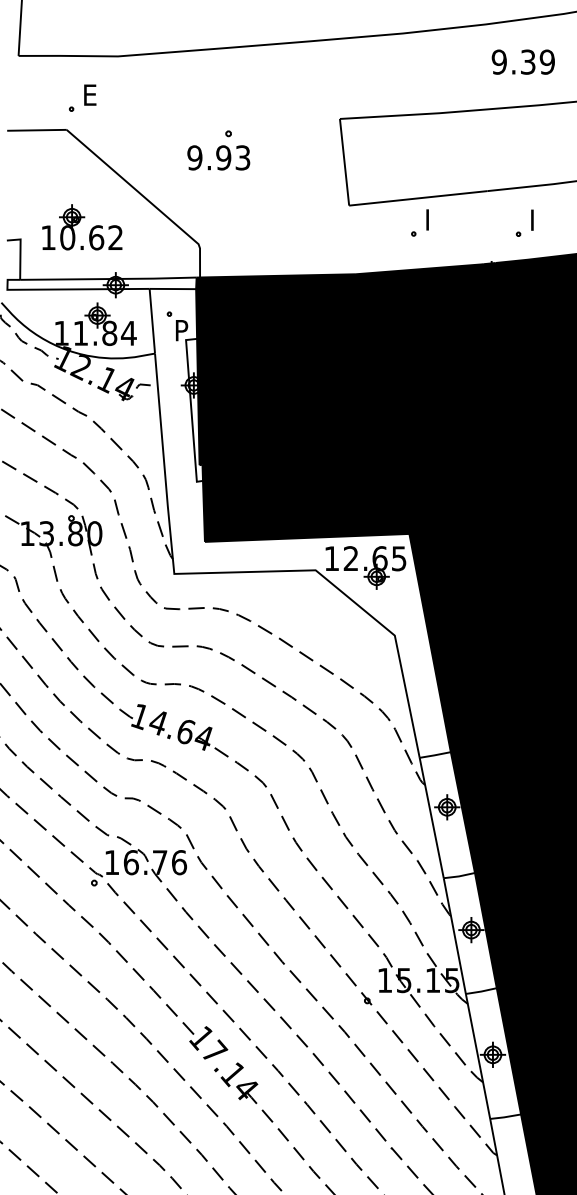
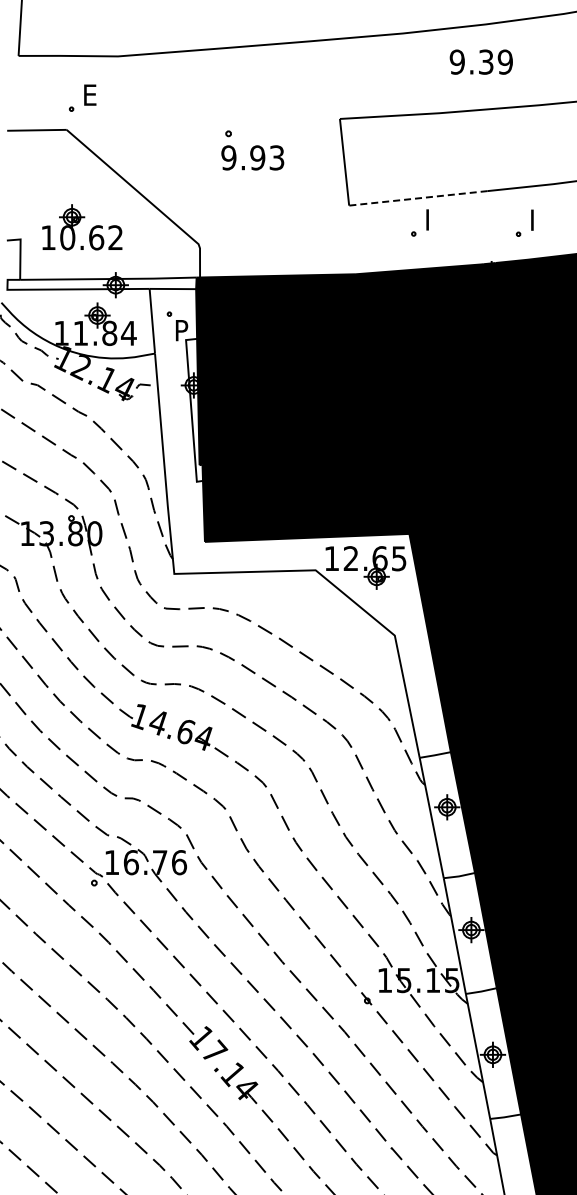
text at (522, 61) position: (522, 61) -> (480, 61)
text at (218, 157) position: (218, 157) -> (252, 157)
line at (418, 198): solid -> dashed
